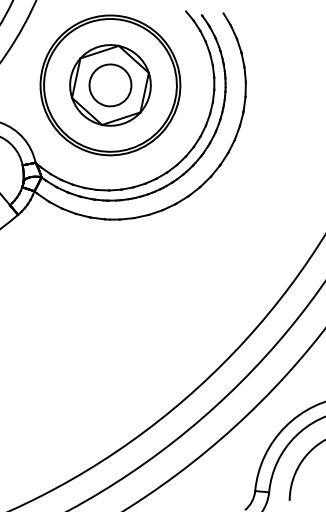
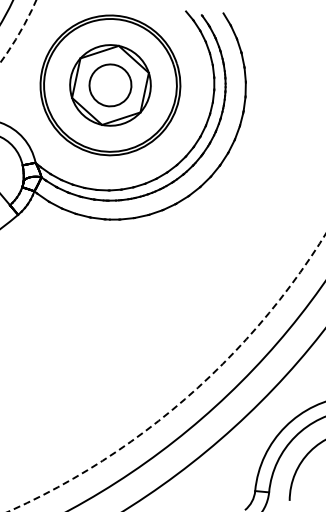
arc at (19, 32): solid -> dashed
arc at (187, 396): solid -> dashed
